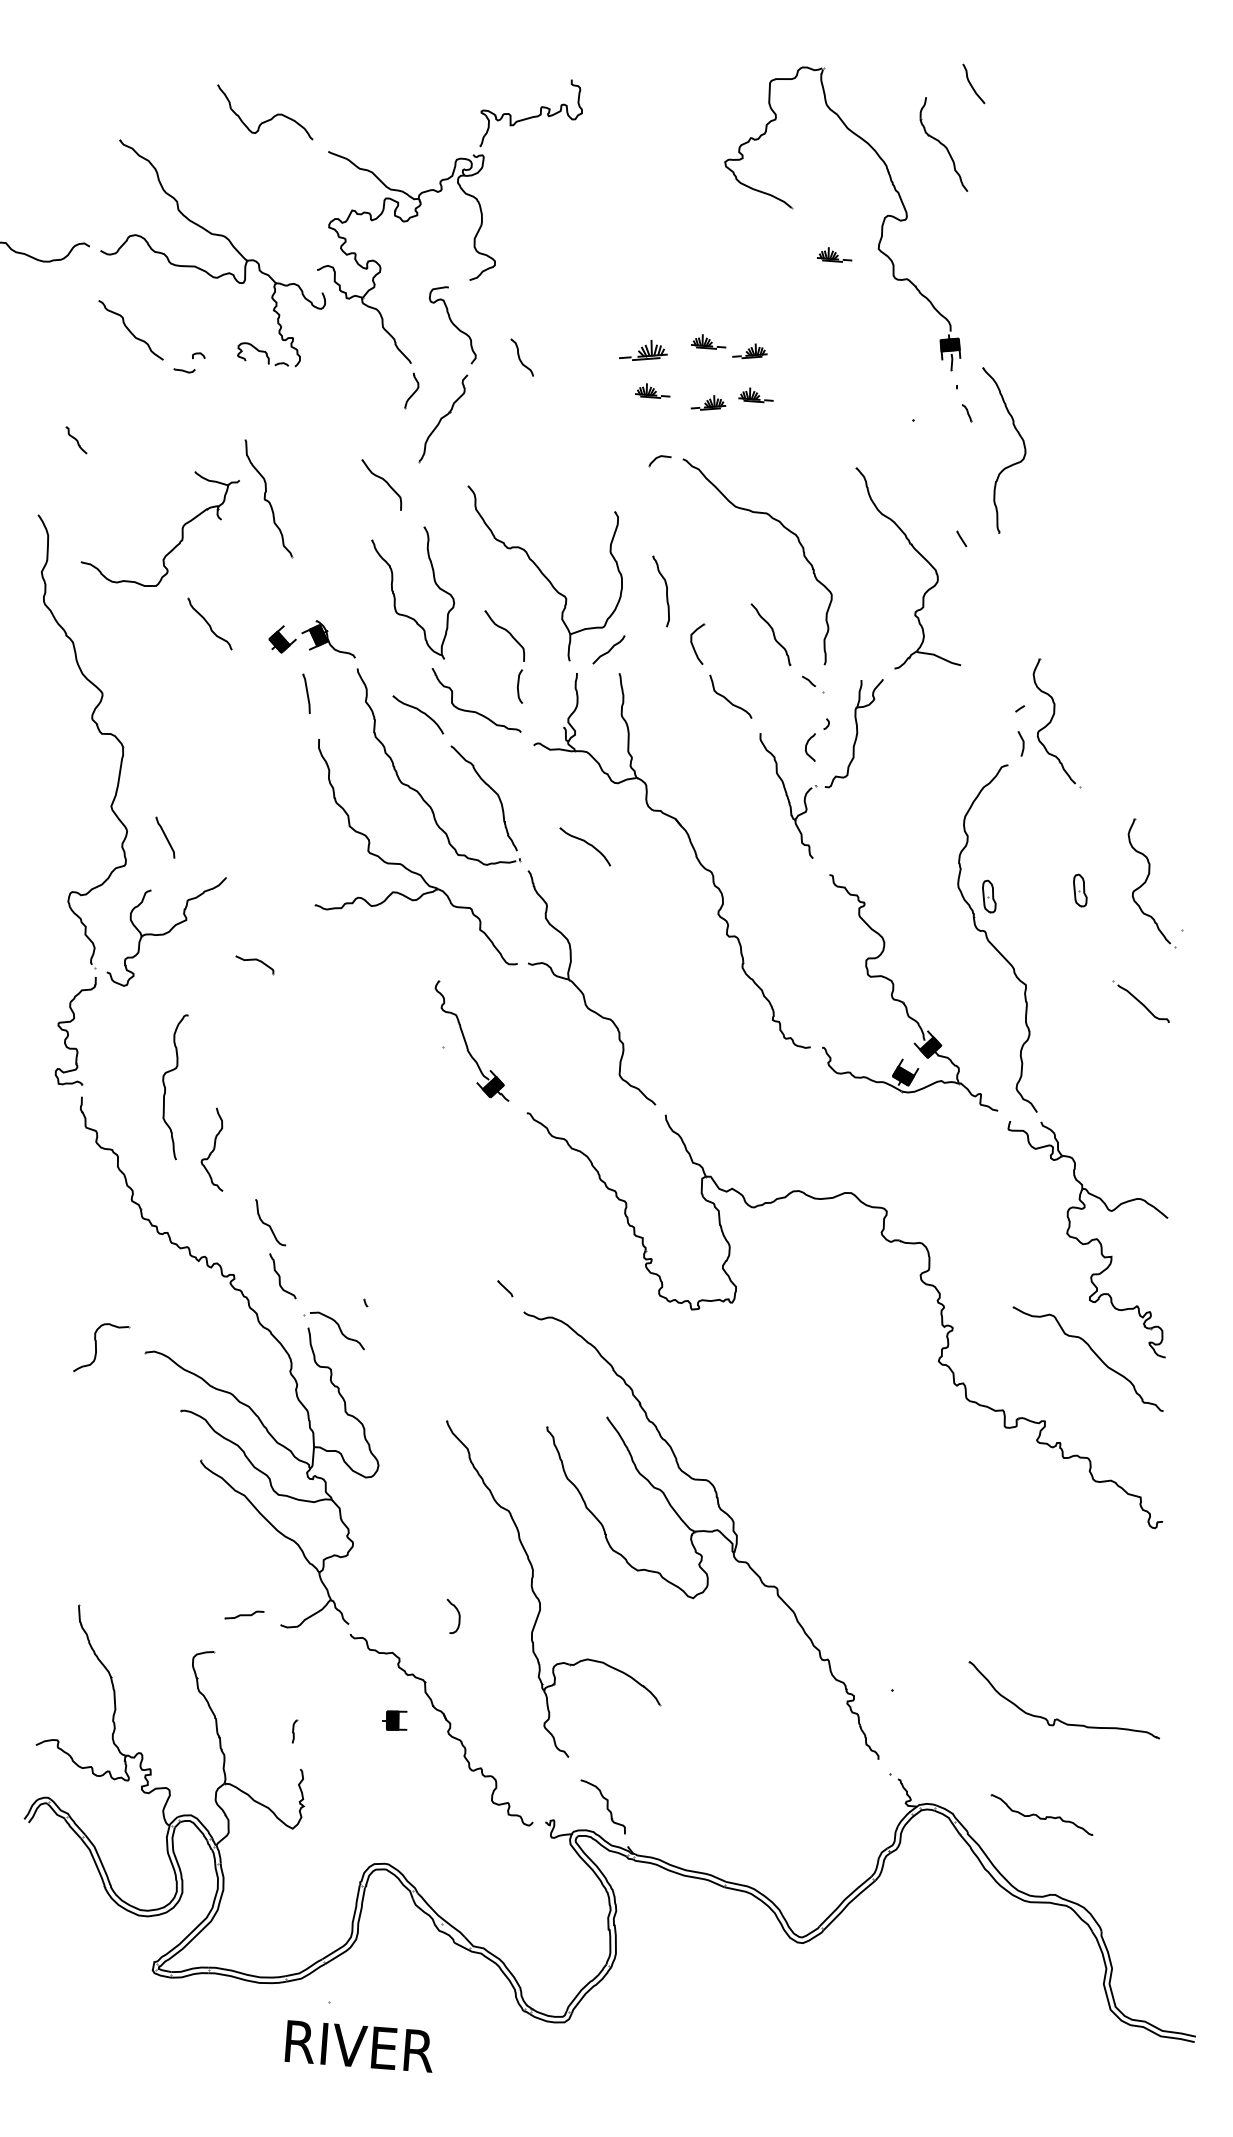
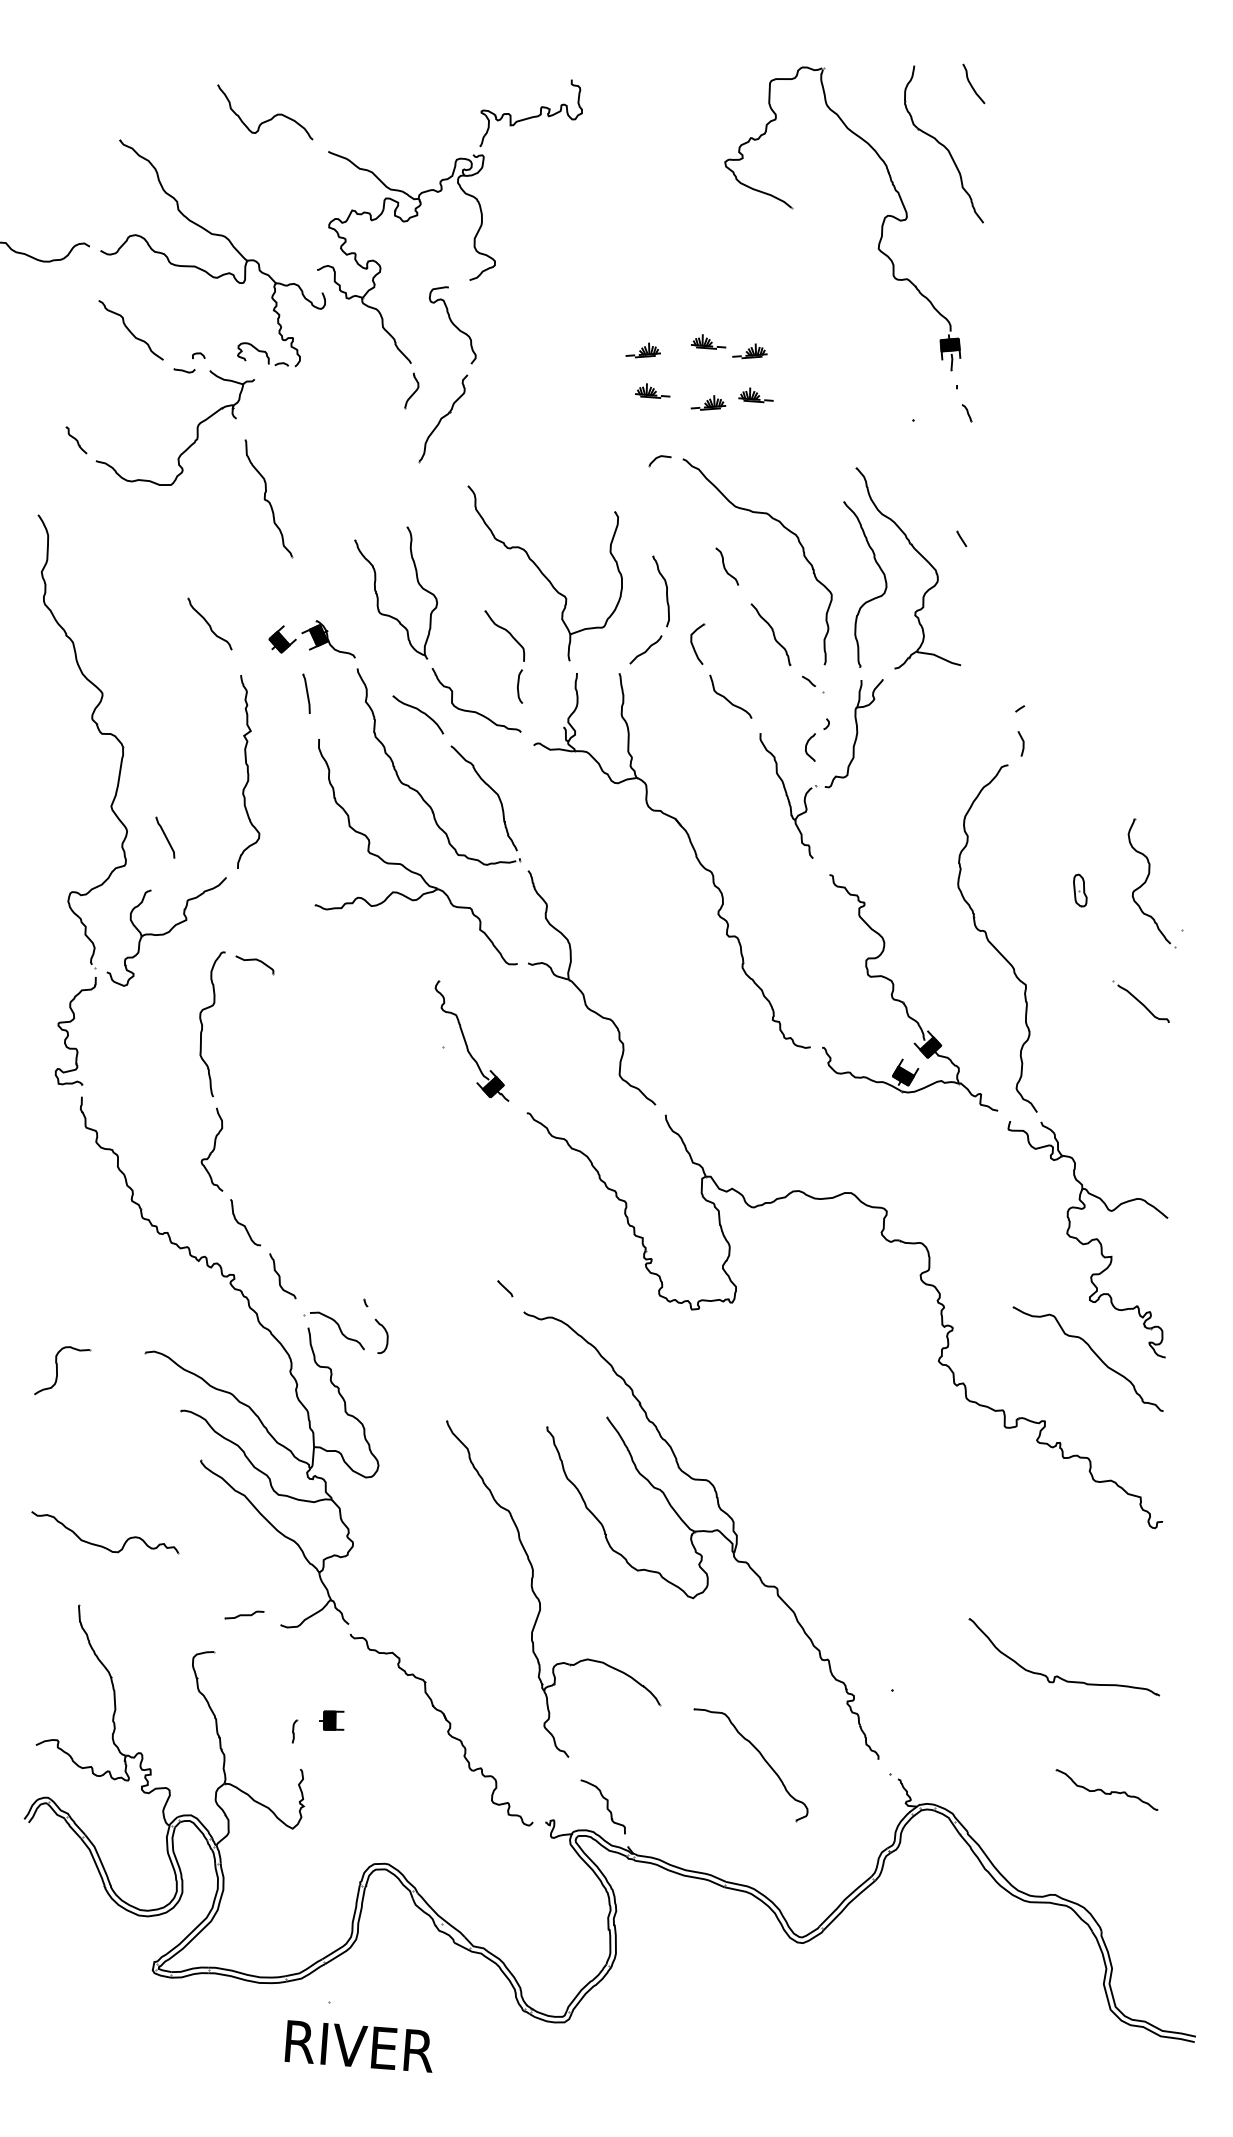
part at (943, 144) size: 50x95 px -> 80x159 px
part at (834, 254): present -> none
part at (643, 350) size: 49x21 px -> 36x17 px
part at (521, 357) position: (521, 357) -> (726, 566)
part at (1008, 465) position: (1008, 465) -> (869, 599)
part at (381, 484): present -> none
part at (181, 528) position: (181, 528) -> (196, 427)
part at (395, 596) position: (395, 596) -> (378, 596)
curve at (609, 649) position: (609, 649) -> (646, 649)
part at (1056, 723): present -> none
curve at (248, 771): none -> present
part at (585, 846): present -> none
part at (989, 896): present -> none
curve at (165, 1087) position: (165, 1087) -> (202, 1024)
curve at (269, 1224) position: (269, 1224) -> (244, 1224)
part at (101, 1347) position: (101, 1347) -> (62, 1370)
part at (102, 1545): none -> present
curve at (458, 1616) position: (458, 1616) -> (386, 1336)
part at (1057, 1718) position: (1057, 1718) -> (1057, 1675)
part at (394, 1720) position: (394, 1720) -> (331, 1720)
part at (762, 1758): none -> present
part at (1041, 1814) position: (1041, 1814) -> (1106, 1789)
